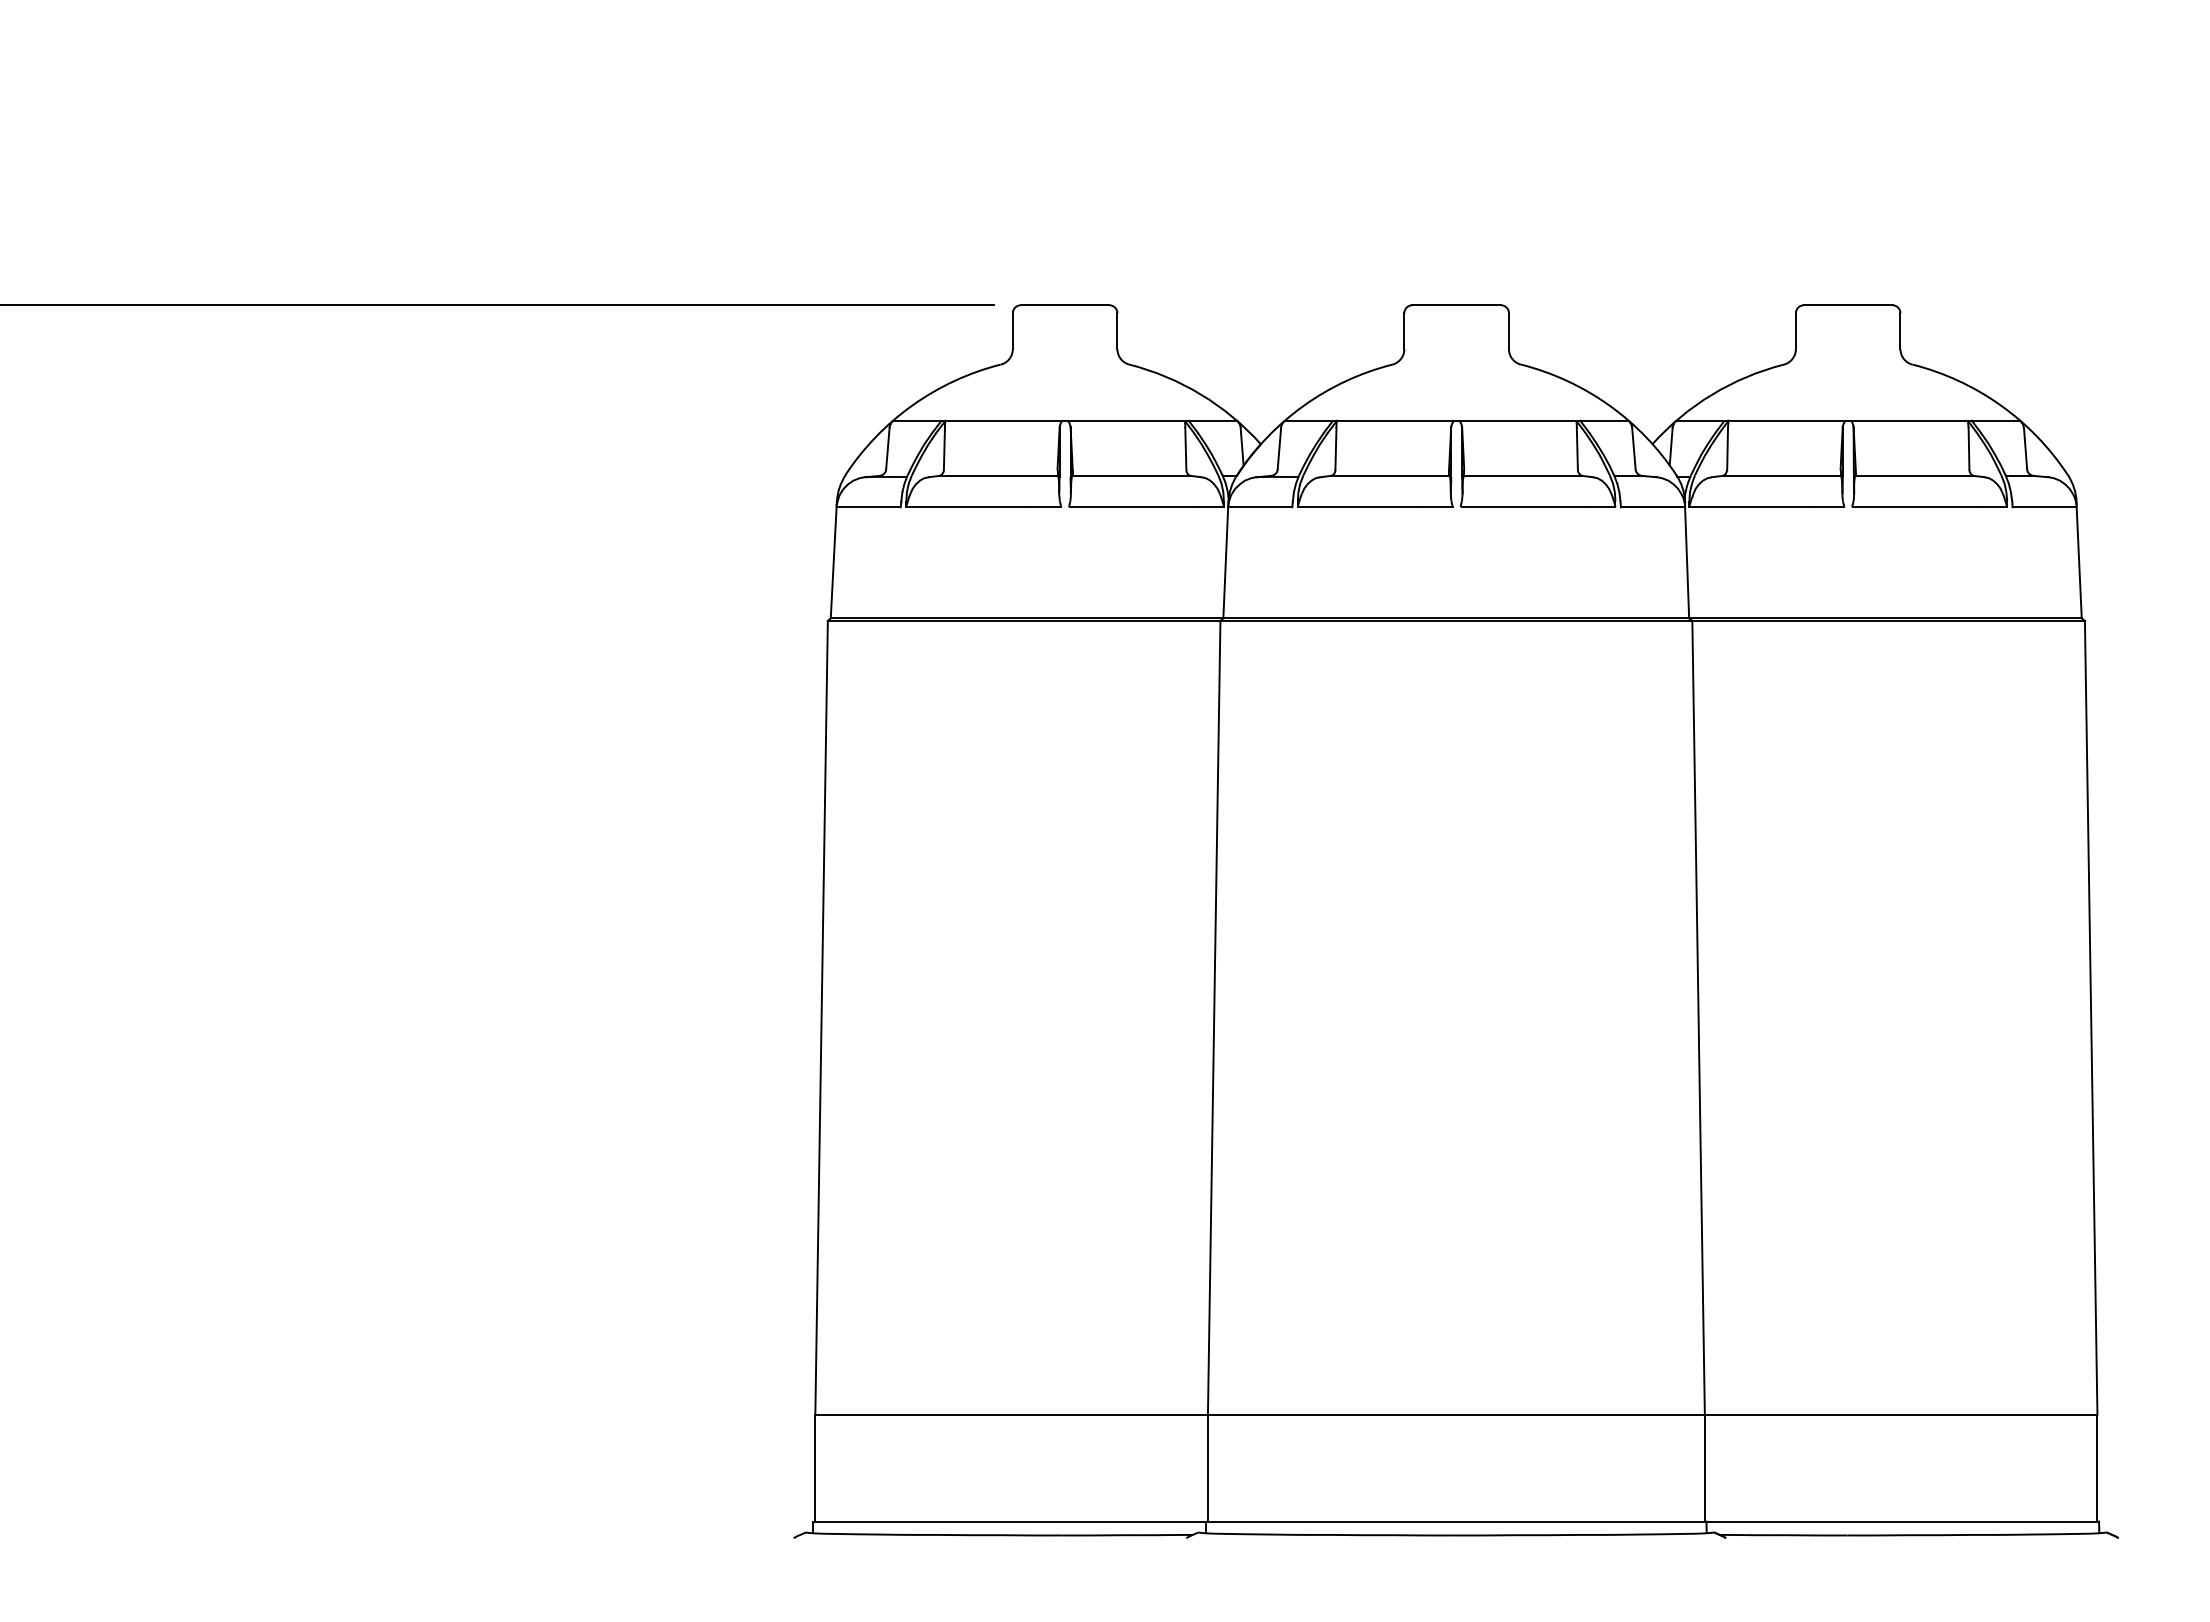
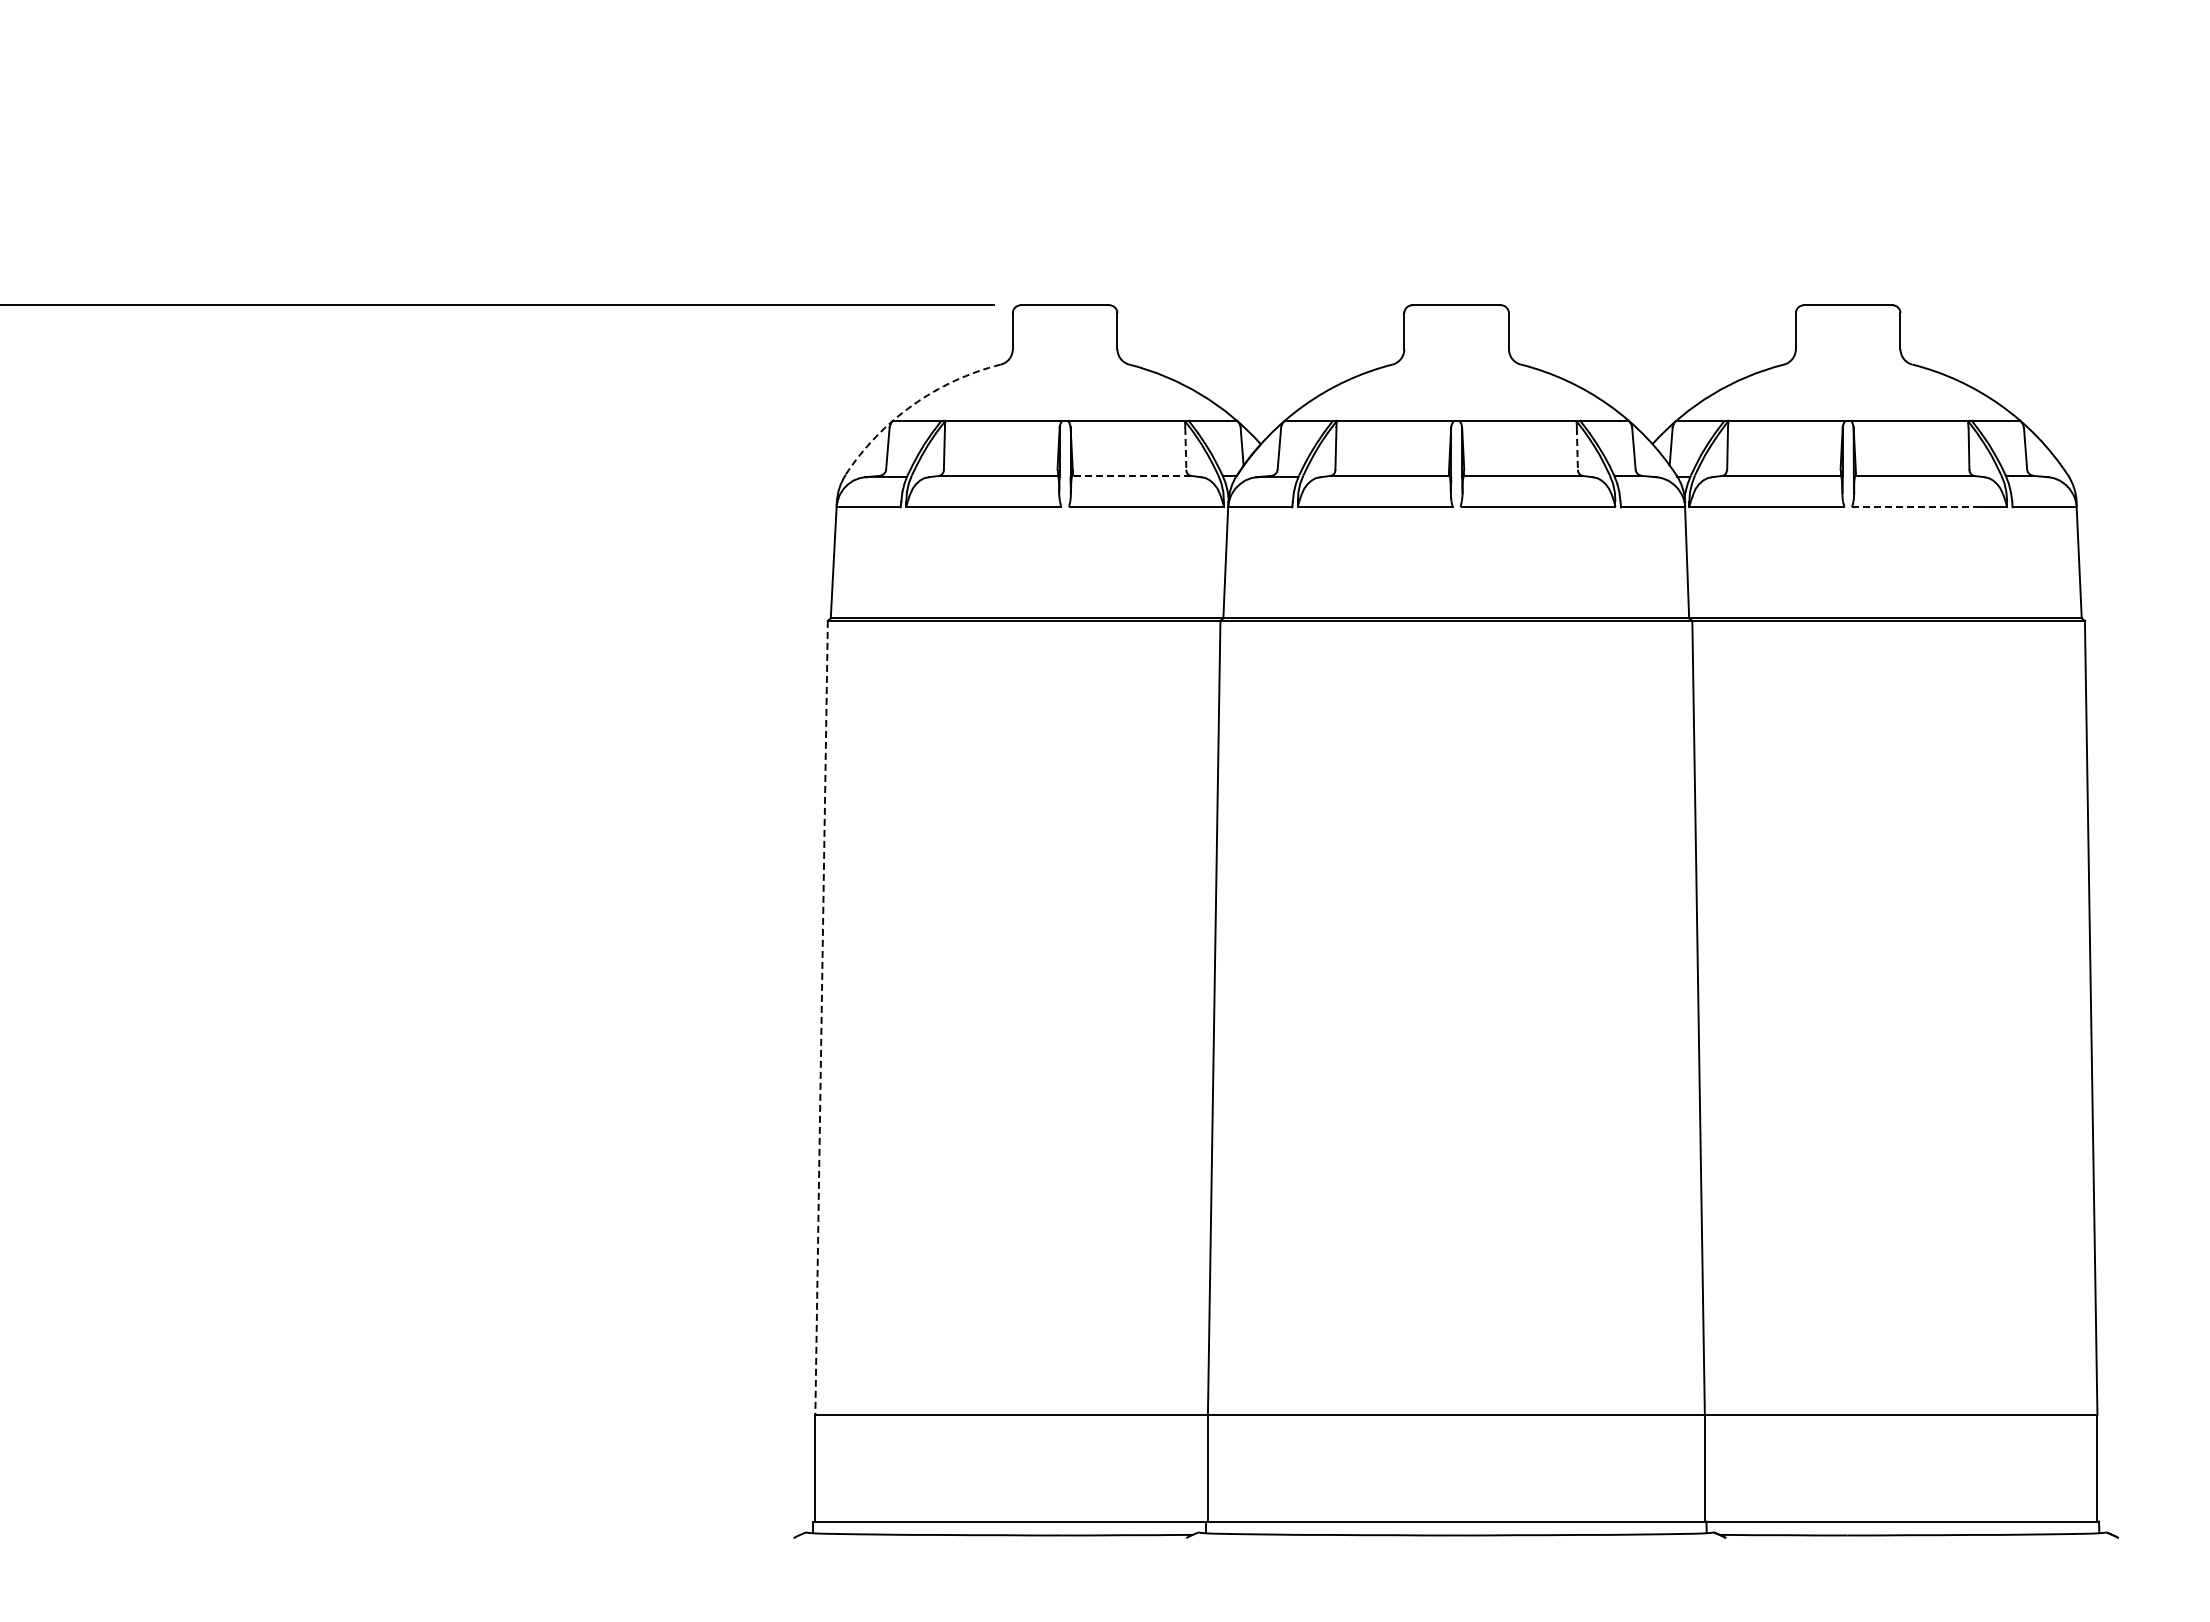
arc at (912, 405): solid -> dashed
line at (1185, 448): solid -> dashed
line at (1577, 448): solid -> dashed
line at (1131, 475): solid -> dashed
line at (1916, 507): solid -> dashed
line at (821, 1018): solid -> dashed
